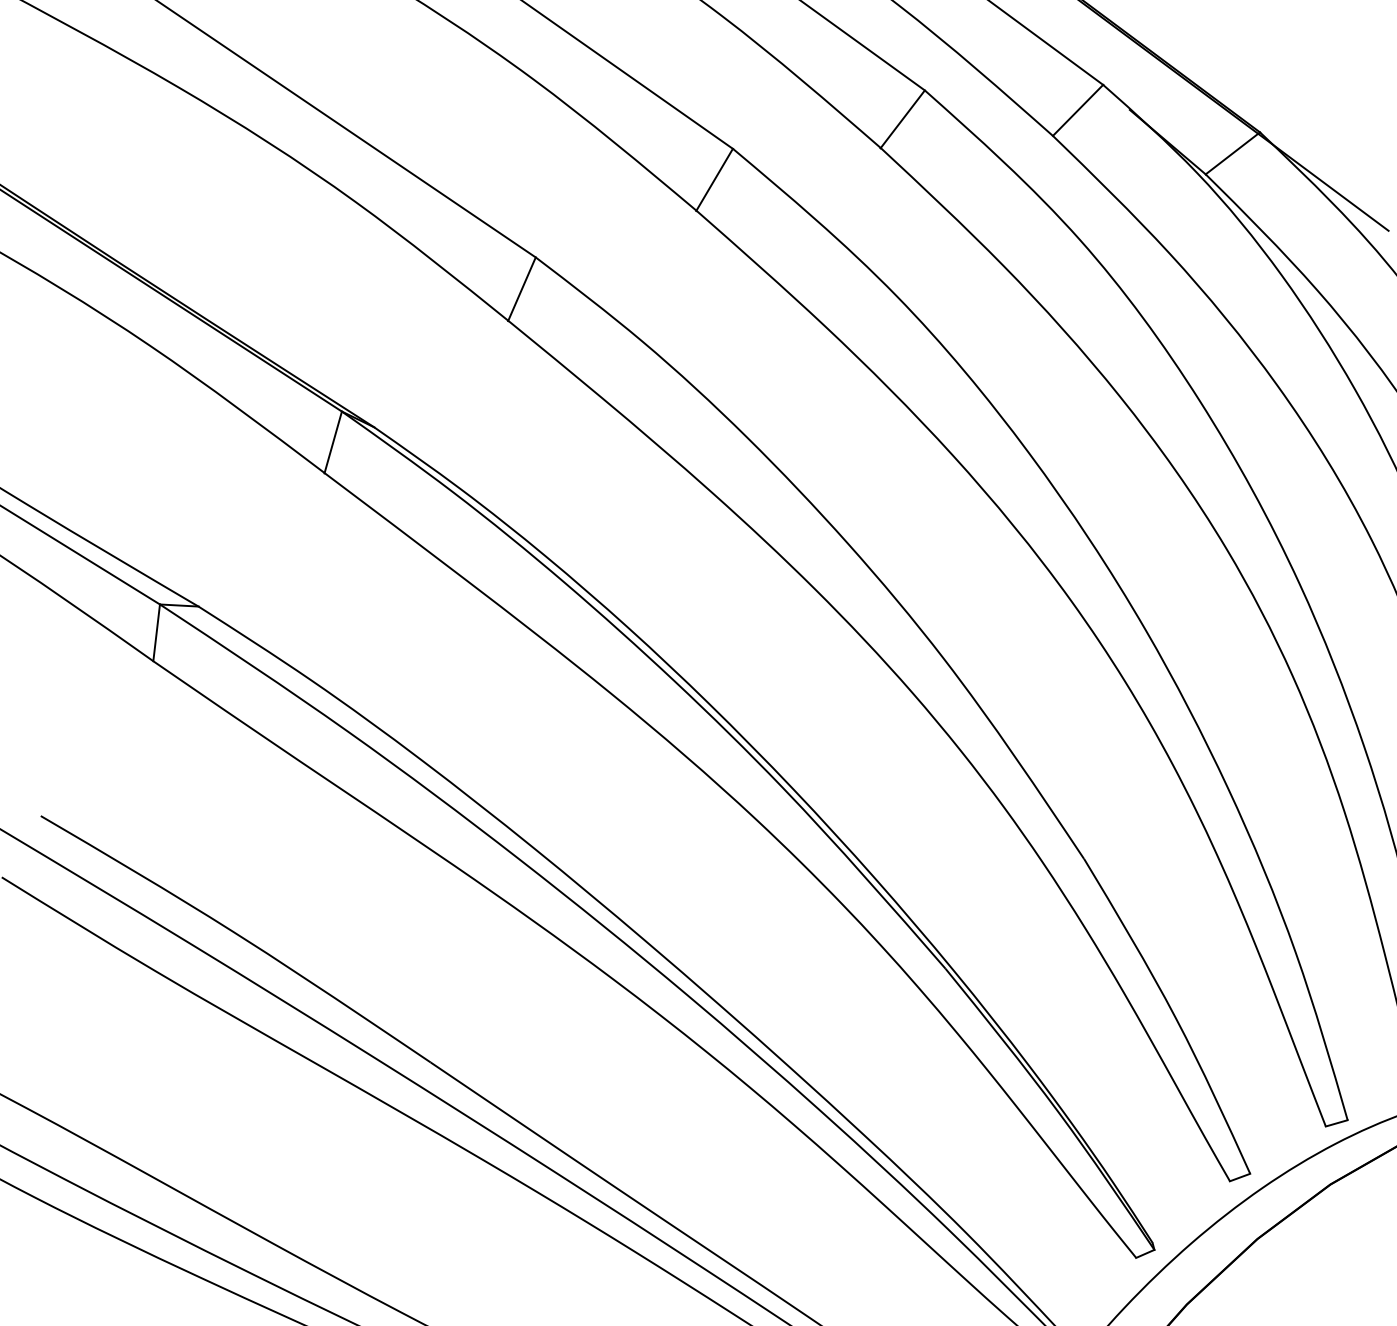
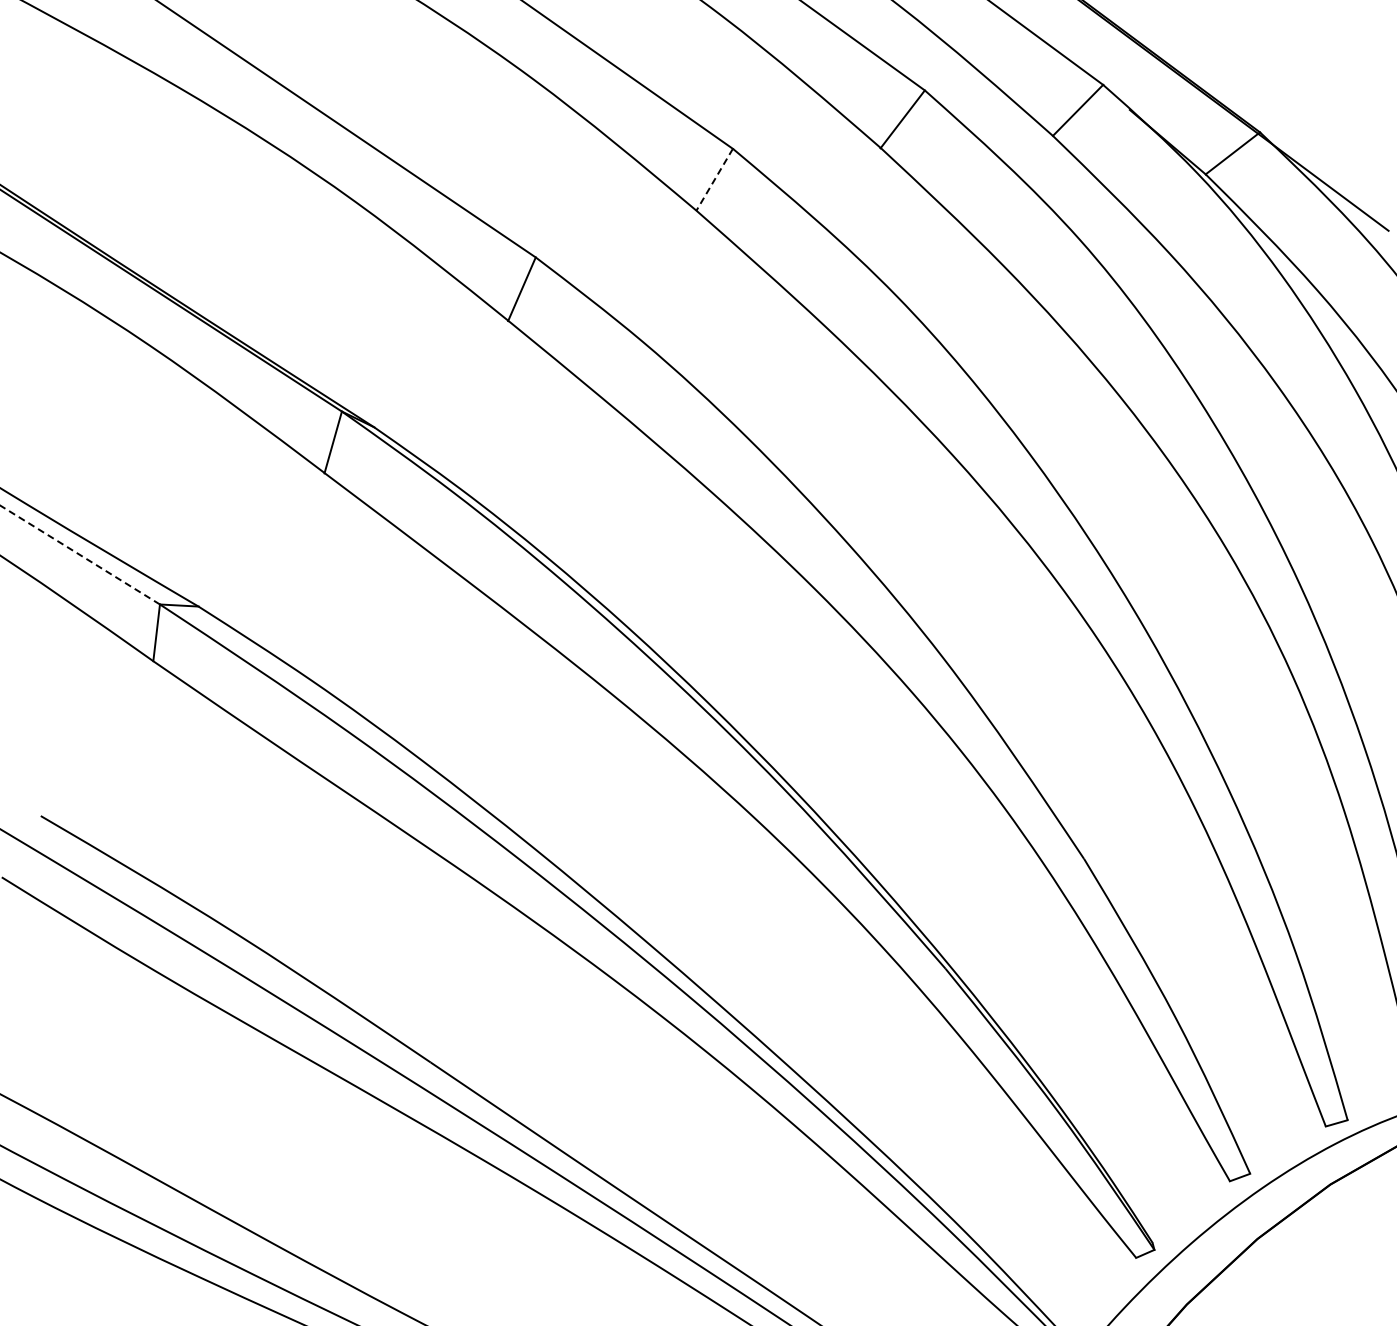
line at (714, 180): solid -> dashed
line at (80, 555): solid -> dashed
